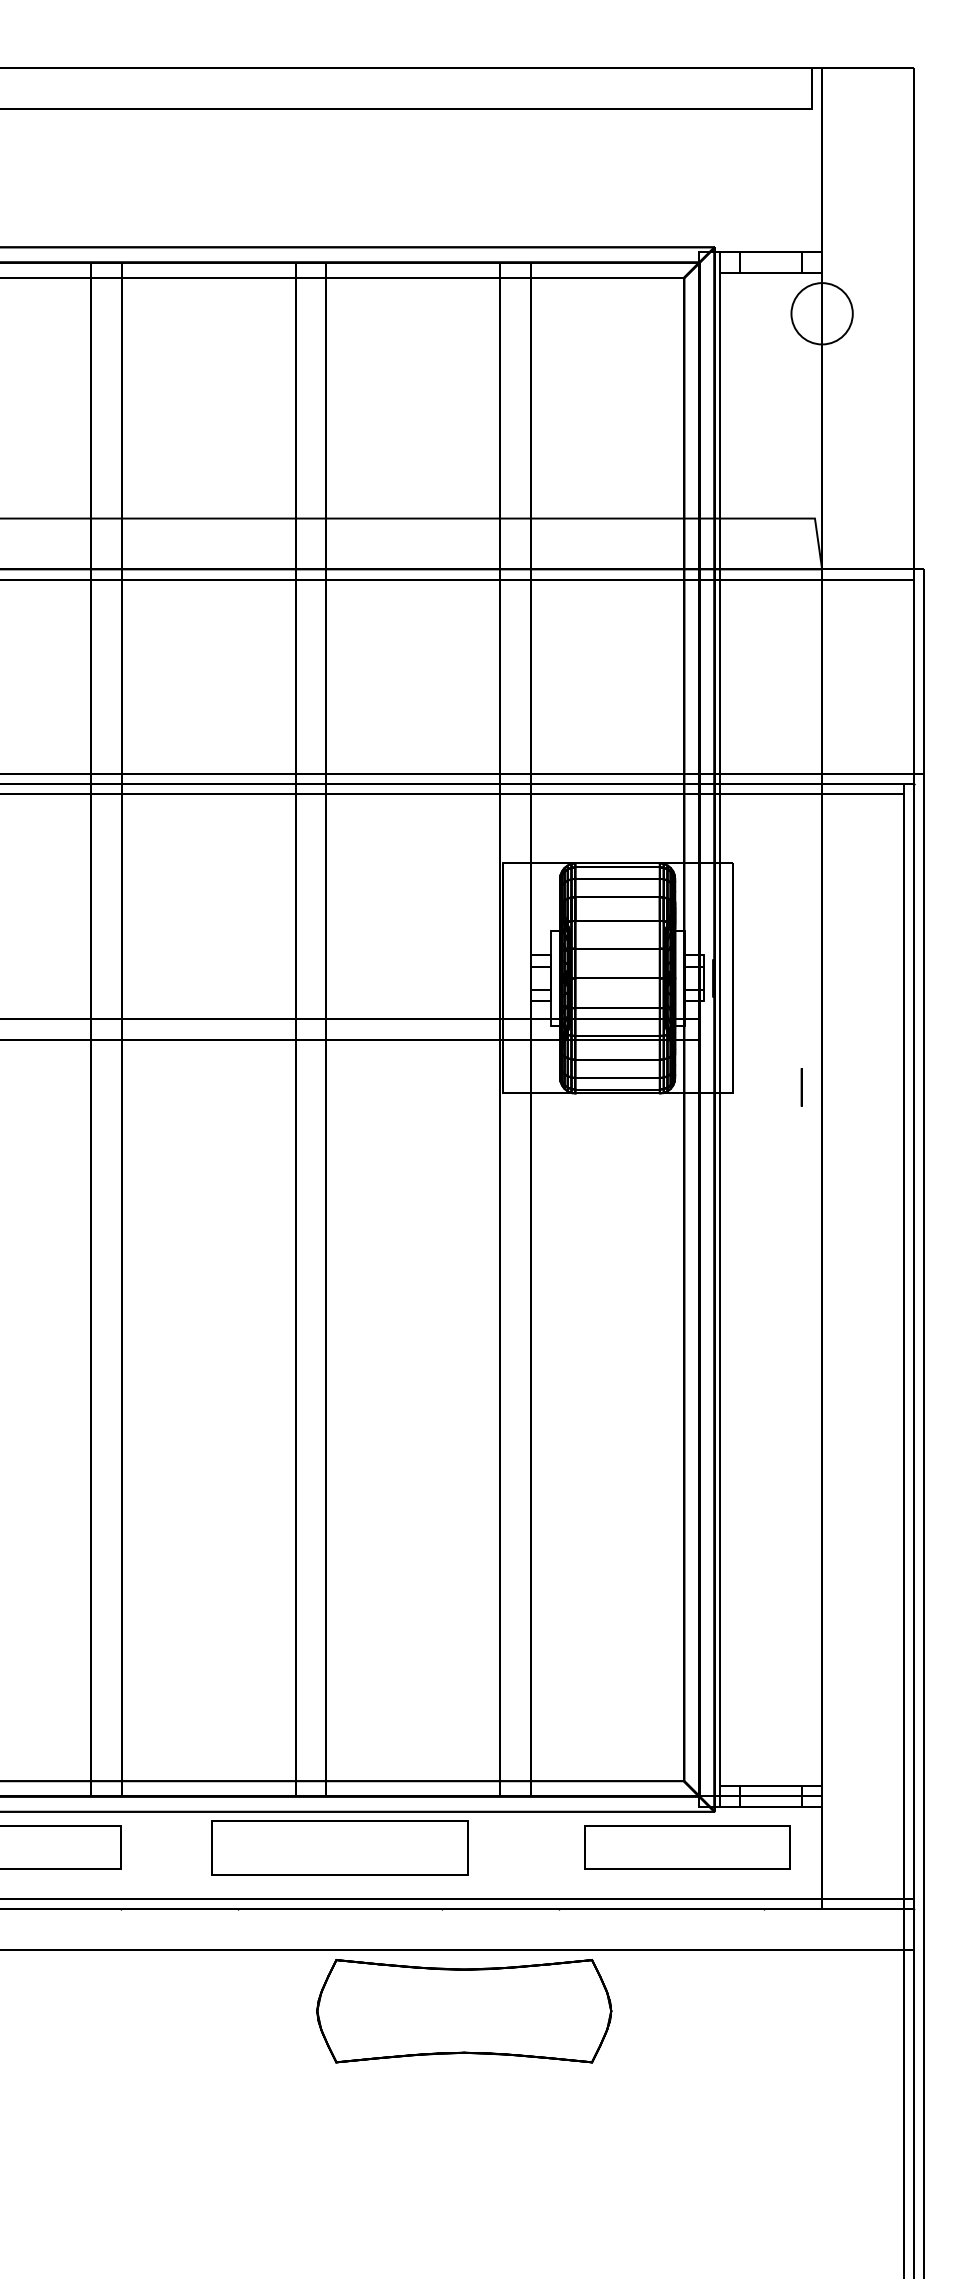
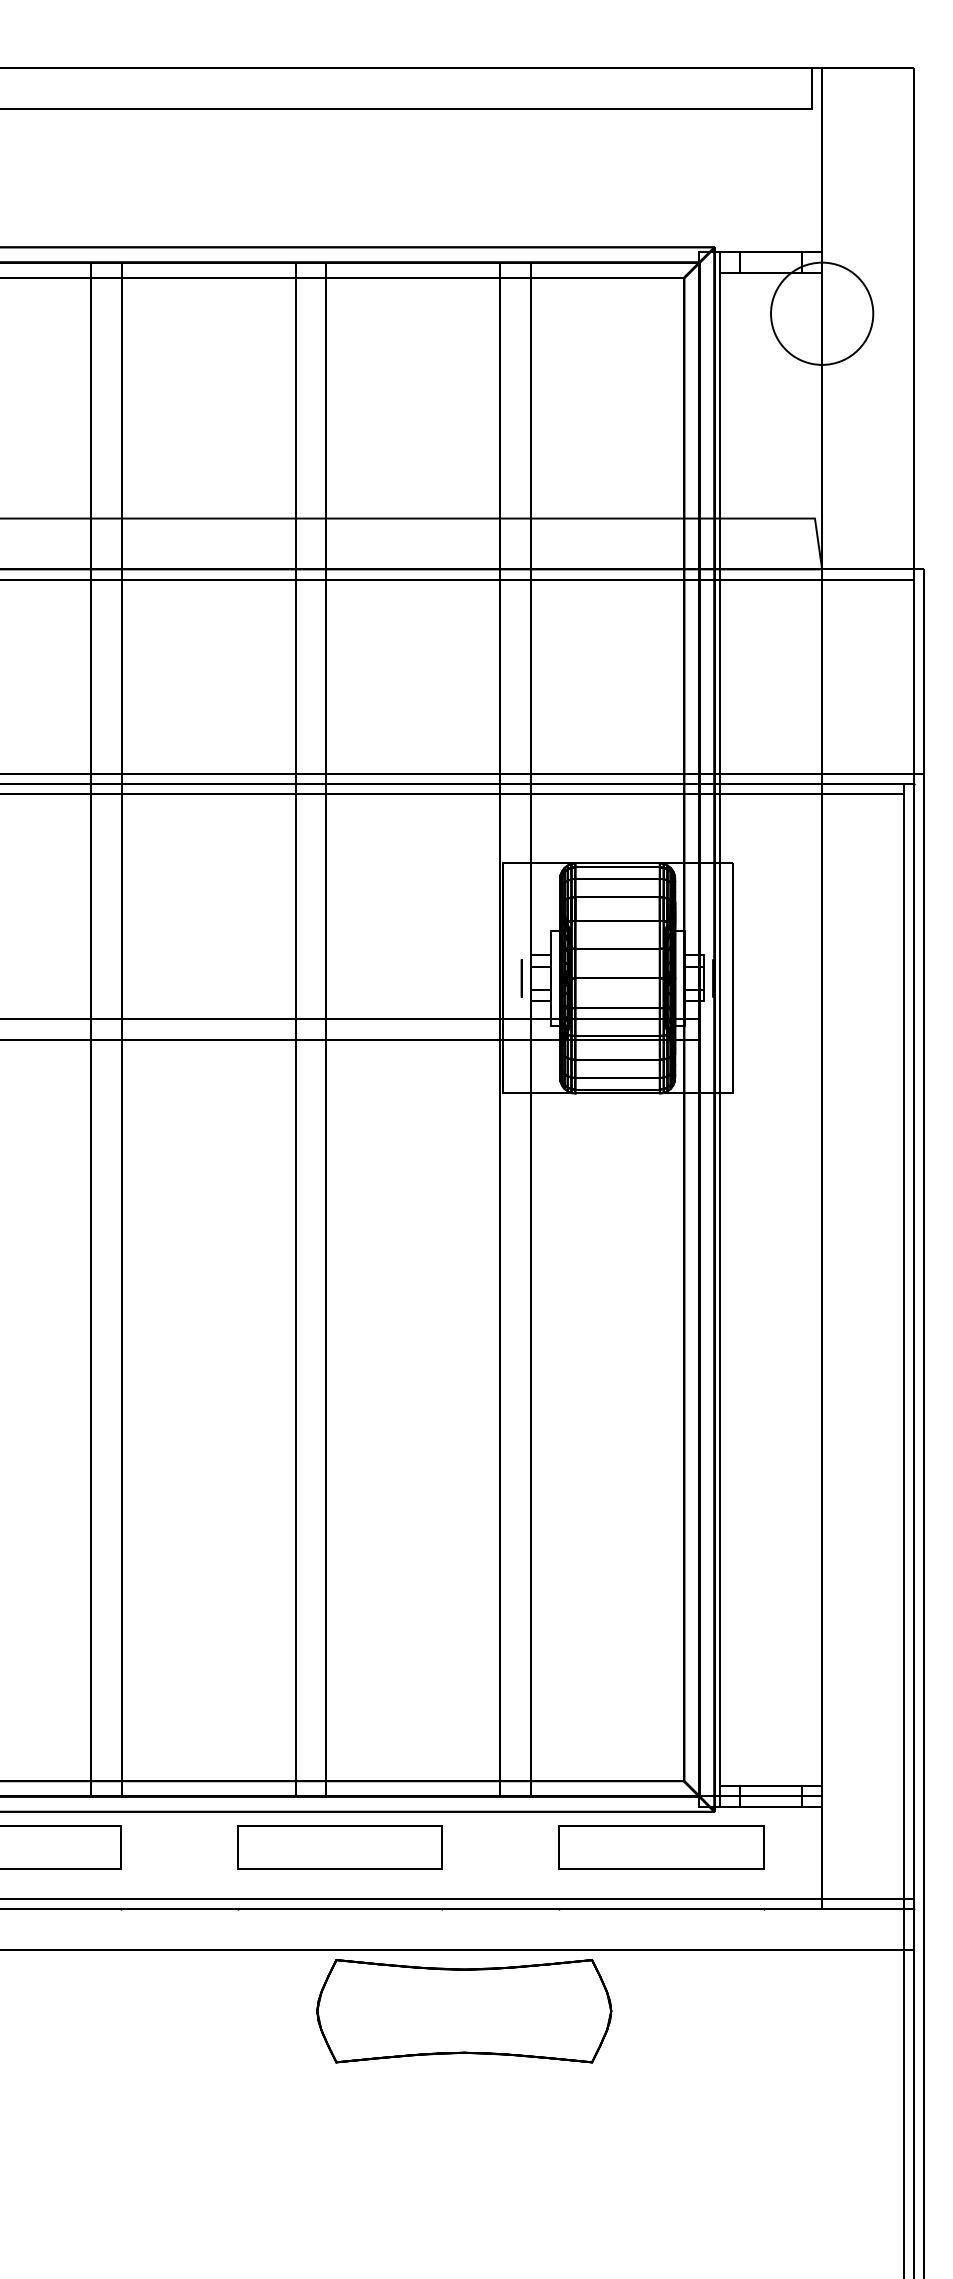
circle at (821, 313) diameter: 61 px -> 102 px
circle at (801, 1087) position: (801, 1087) -> (521, 978)
part at (339, 1847) size: 258x56 px -> 206x45 px
part at (687, 1847) position: (687, 1847) -> (661, 1847)
